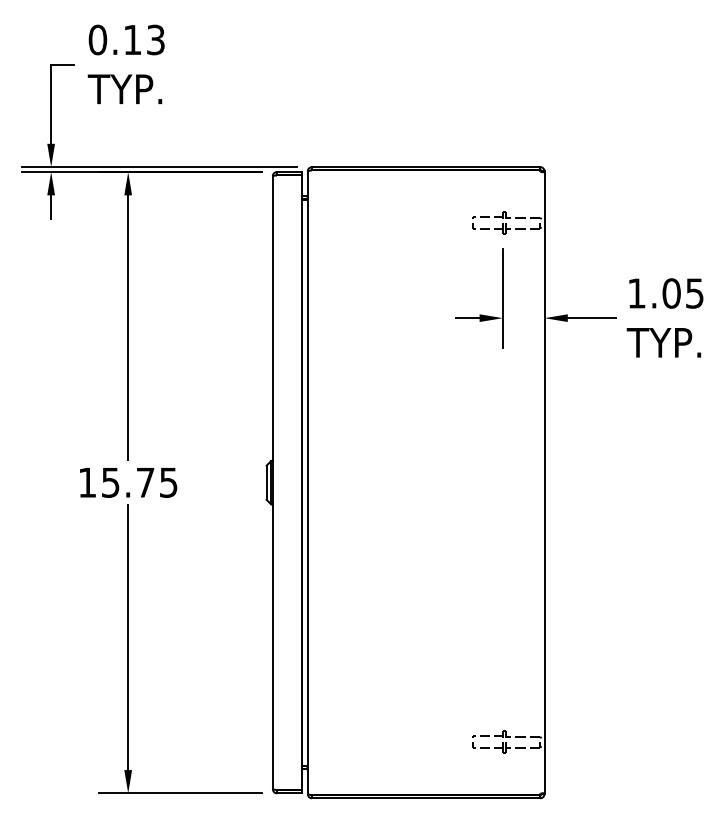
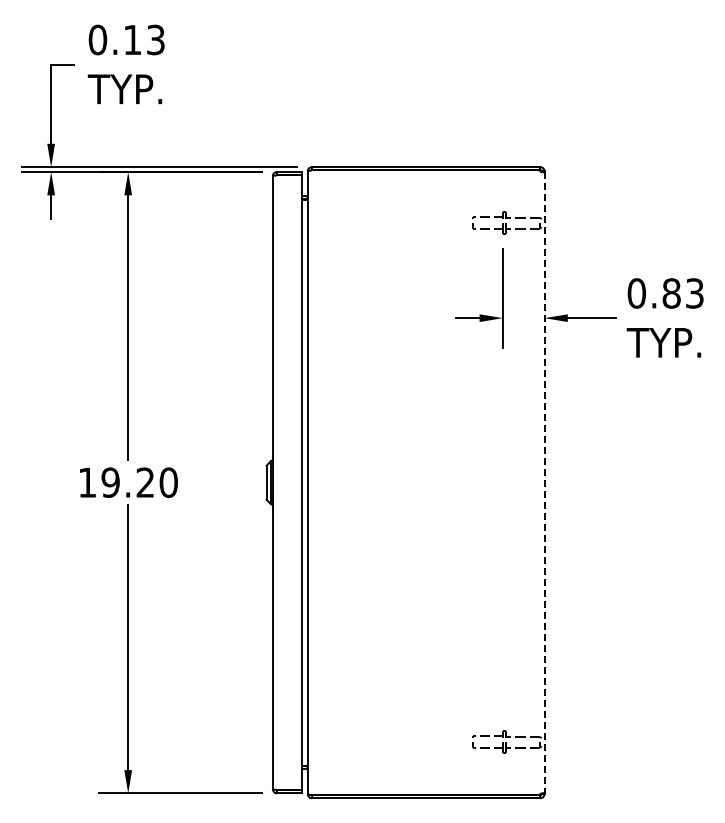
text at (665, 293): 1.05 -> 0.83
text at (139, 482): 15.75 -> 19.20
line at (544, 483): solid -> dashed
